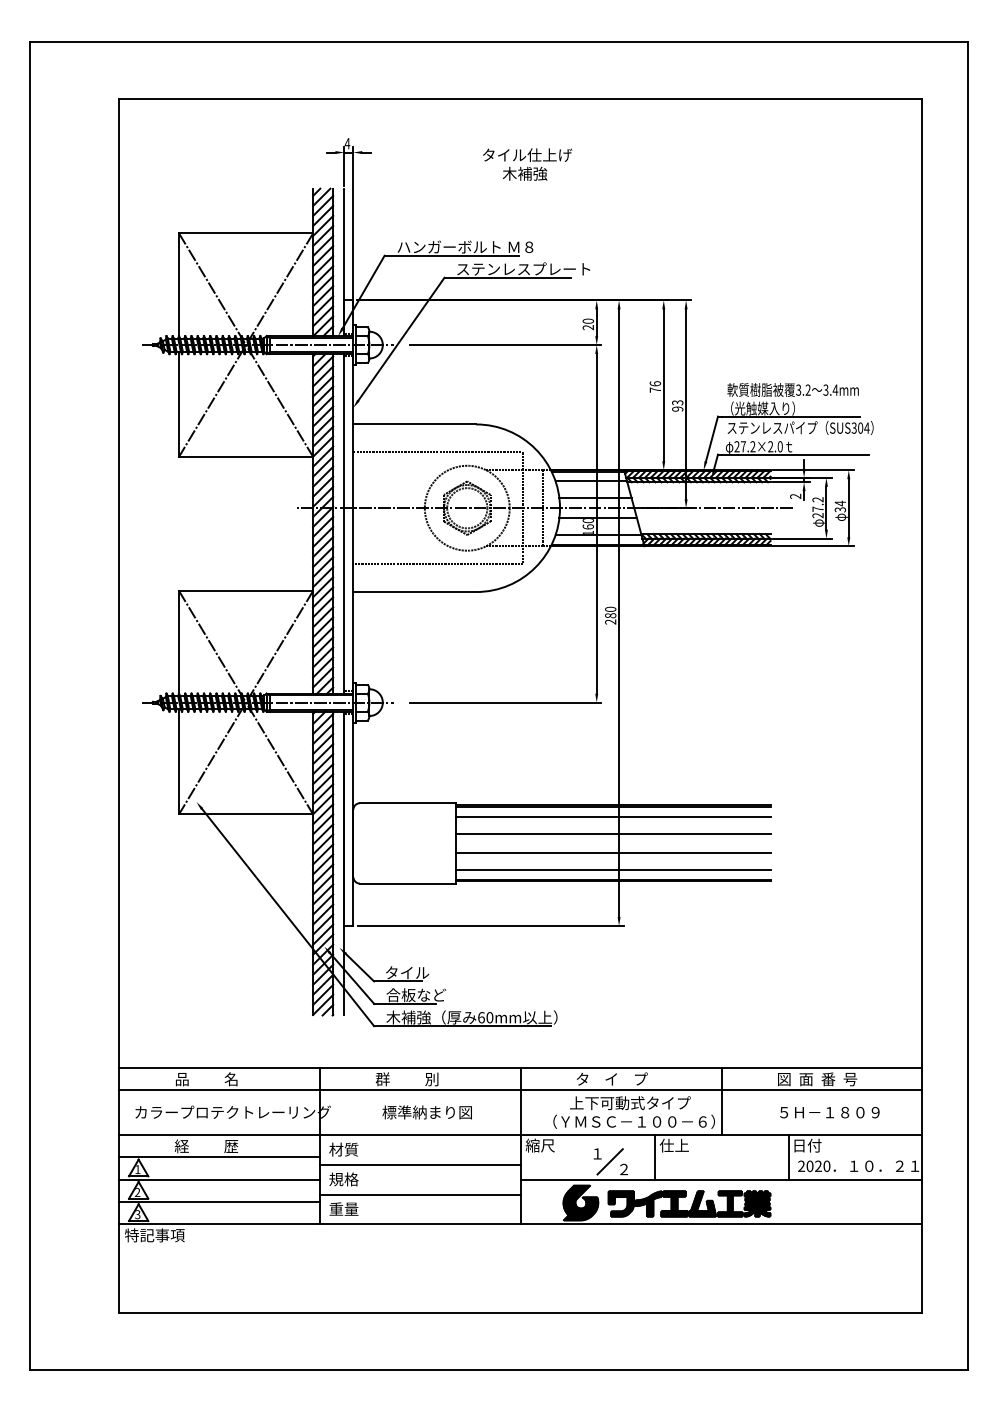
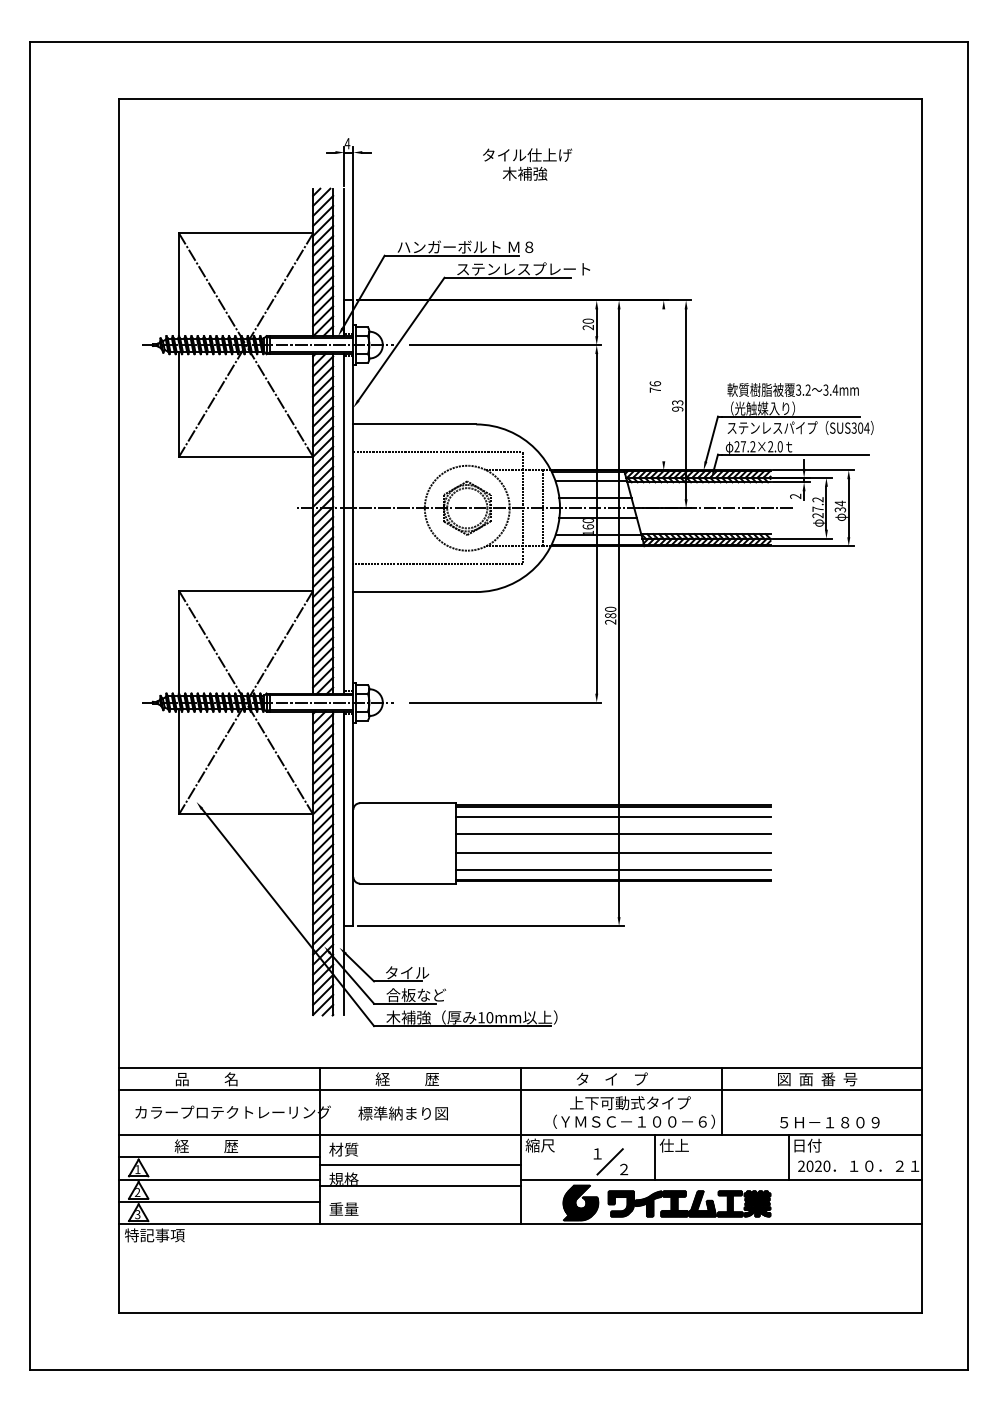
line at (663, 385): present -> none
text at (481, 1017): 60mm -> 10mm
text at (406, 1079): 群          別 -> 経          歴
text at (426, 1112) position: (426, 1112) -> (402, 1113)
text at (829, 1112) position: (829, 1112) -> (829, 1122)
line at (419, 1194) position: (419, 1194) -> (419, 1185)
